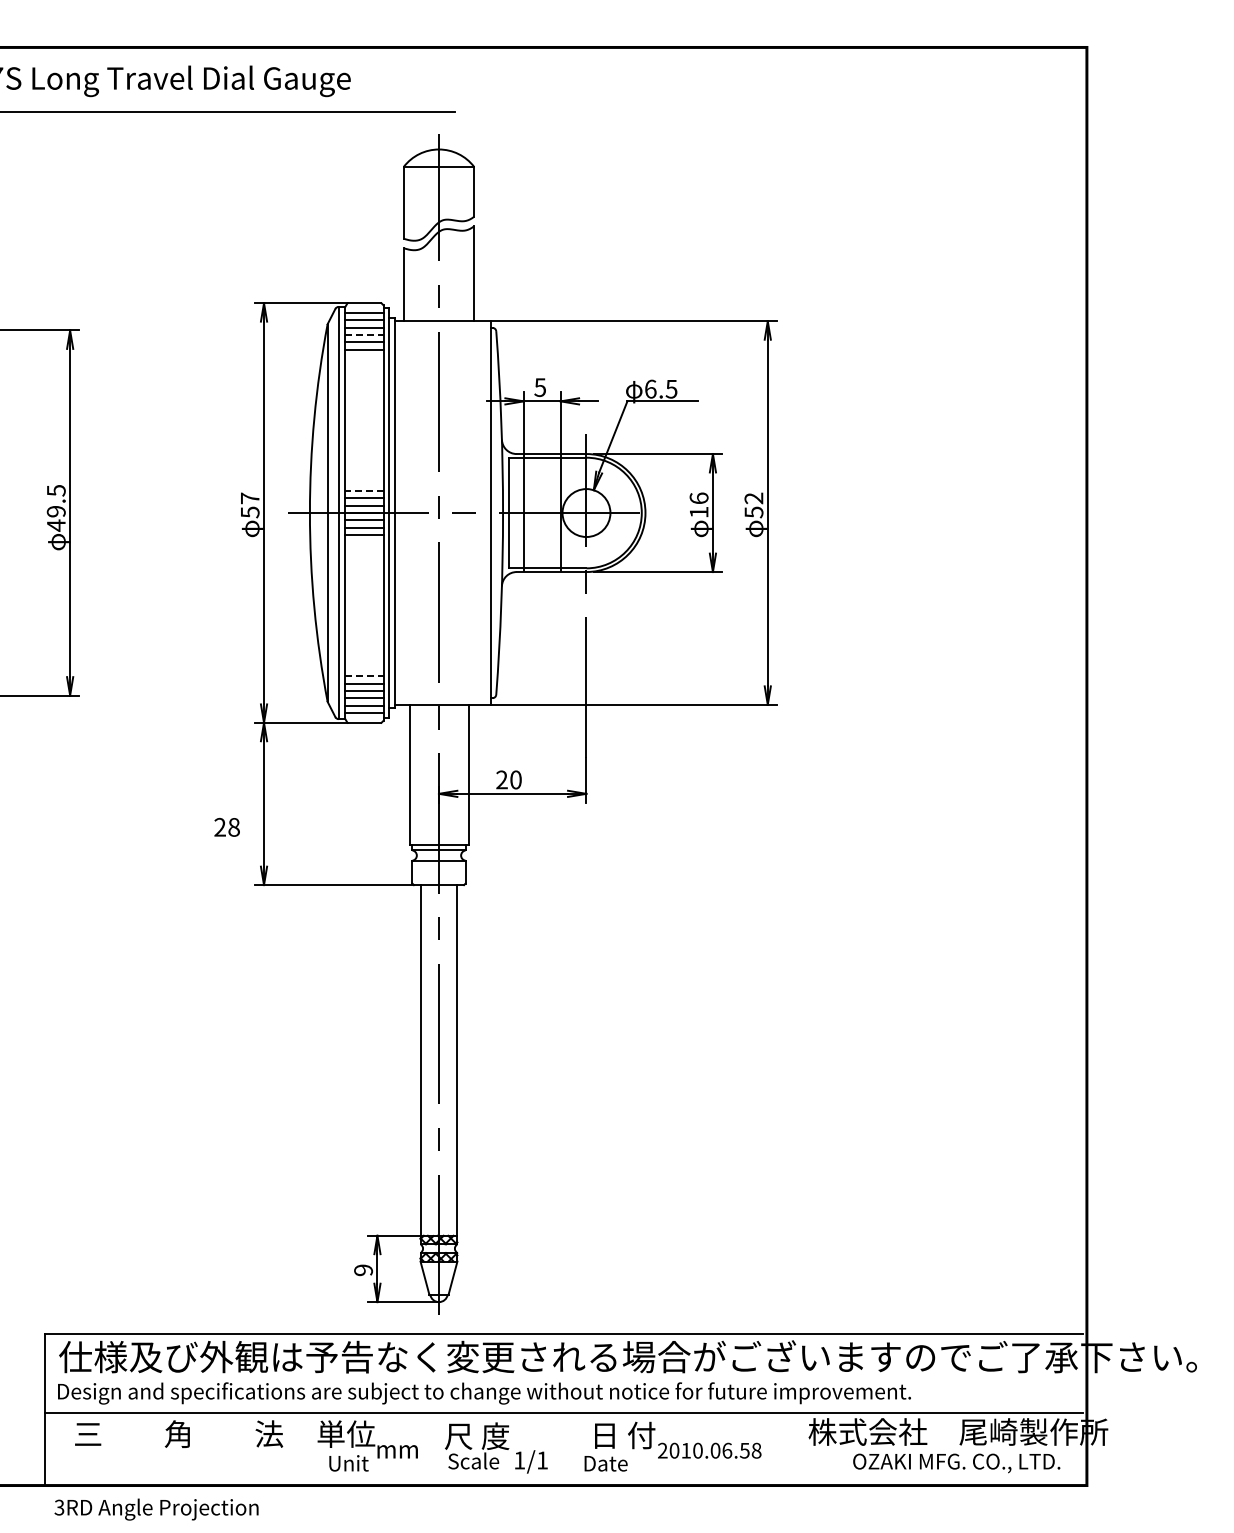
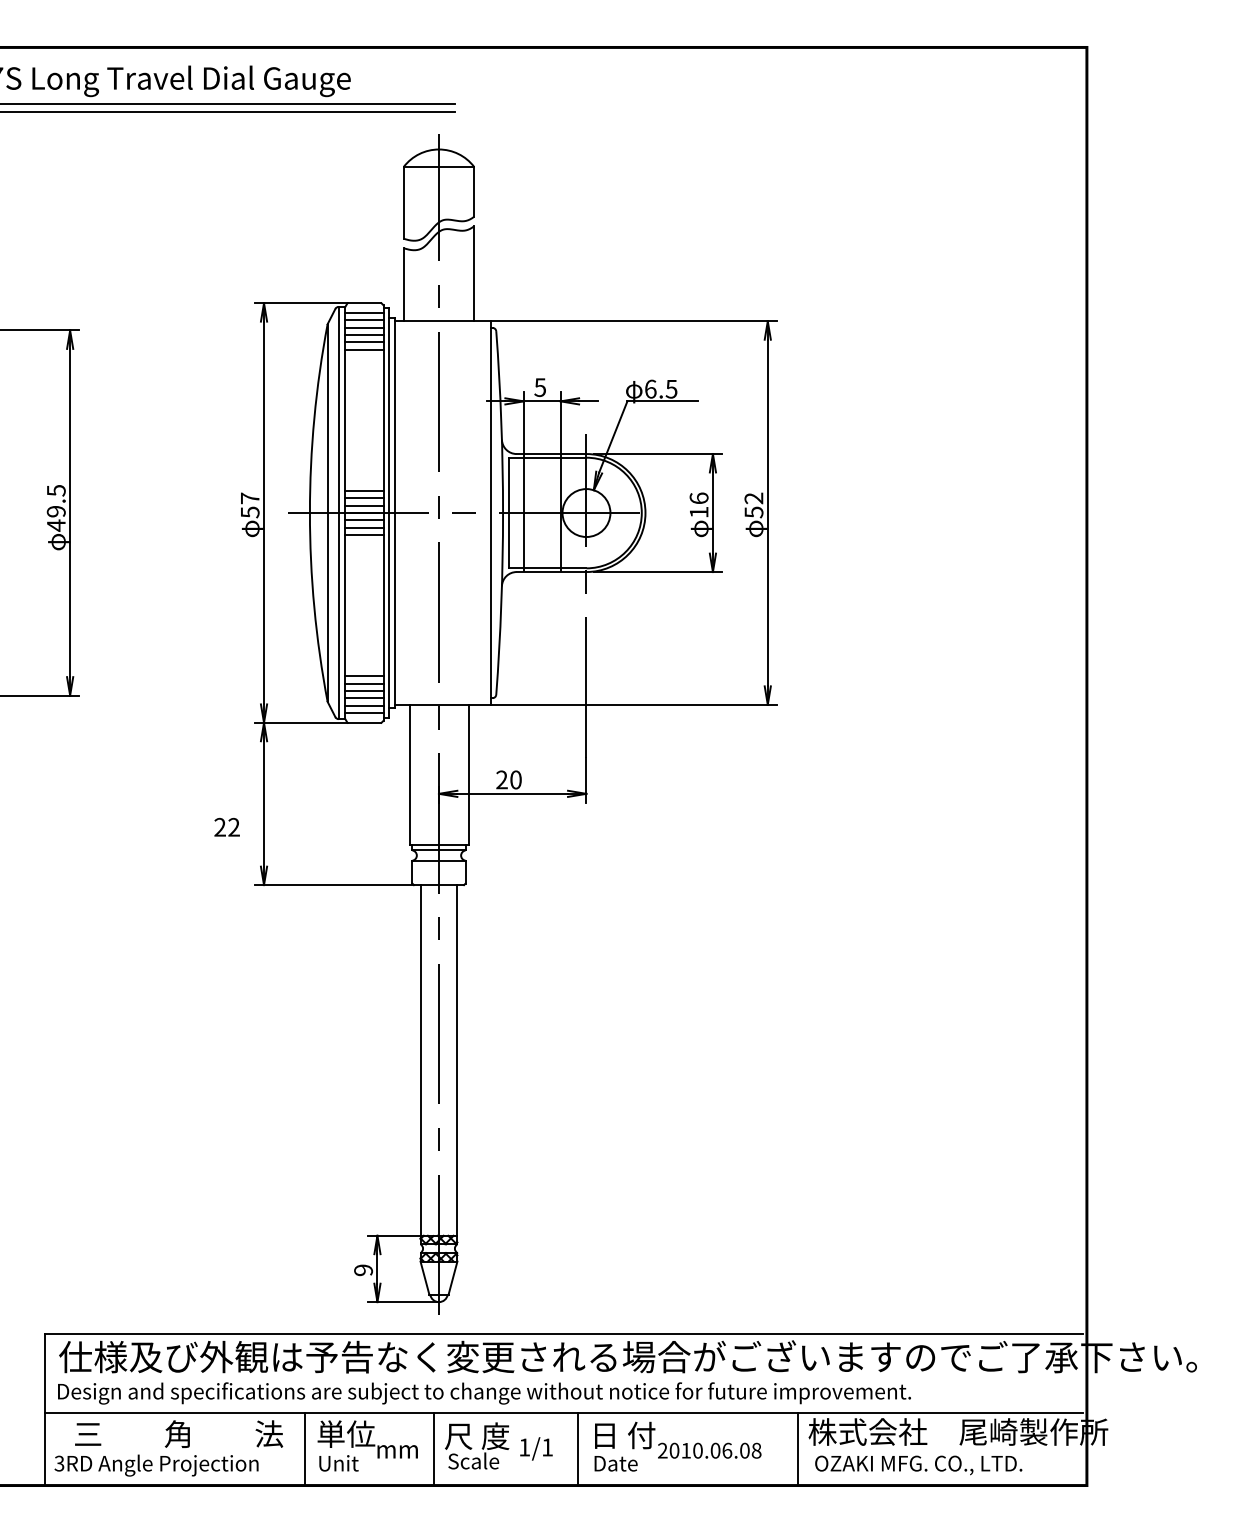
line at (228, 104): none -> present
line at (365, 334): dashed -> solid
line at (364, 490): dashed -> solid
line at (365, 676): dashed -> solid
text at (233, 827): 28 -> 22
line at (305, 1448): none -> present
line at (434, 1448): none -> present
line at (578, 1448): none -> present
line at (797, 1448): none -> present
text at (744, 1450): 2010.06.58 -> 2010.06.08
text at (531, 1461) position: (531, 1461) -> (536, 1448)
text at (348, 1463) position: (348, 1463) -> (338, 1463)
text at (605, 1463) position: (605, 1463) -> (615, 1463)
text at (956, 1463) position: (956, 1463) -> (918, 1465)
text at (156, 1509) position: (156, 1509) -> (156, 1465)
